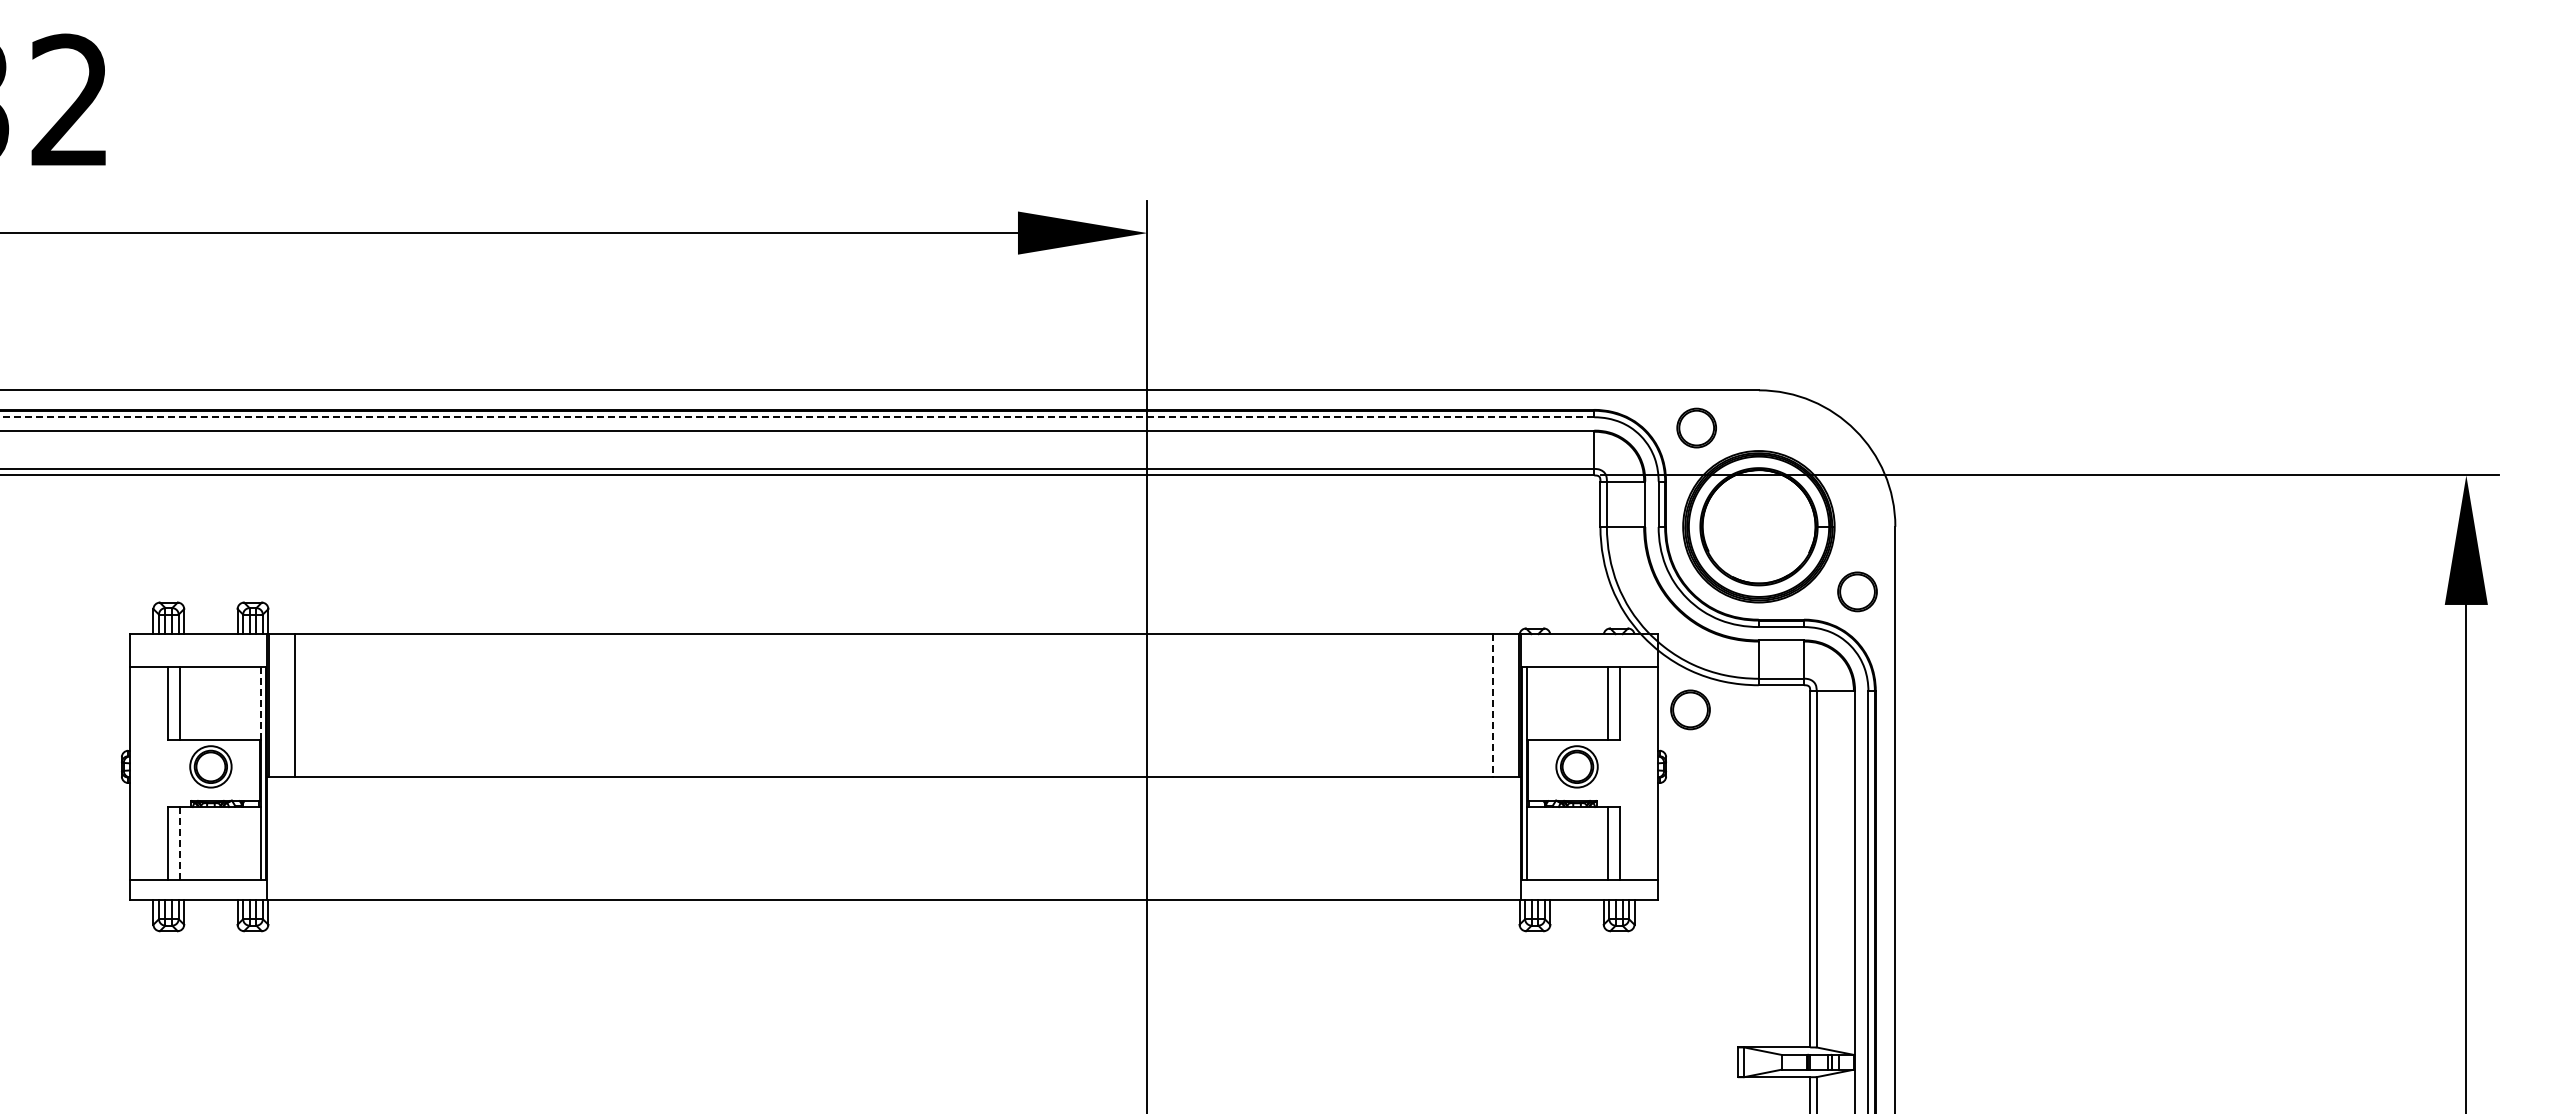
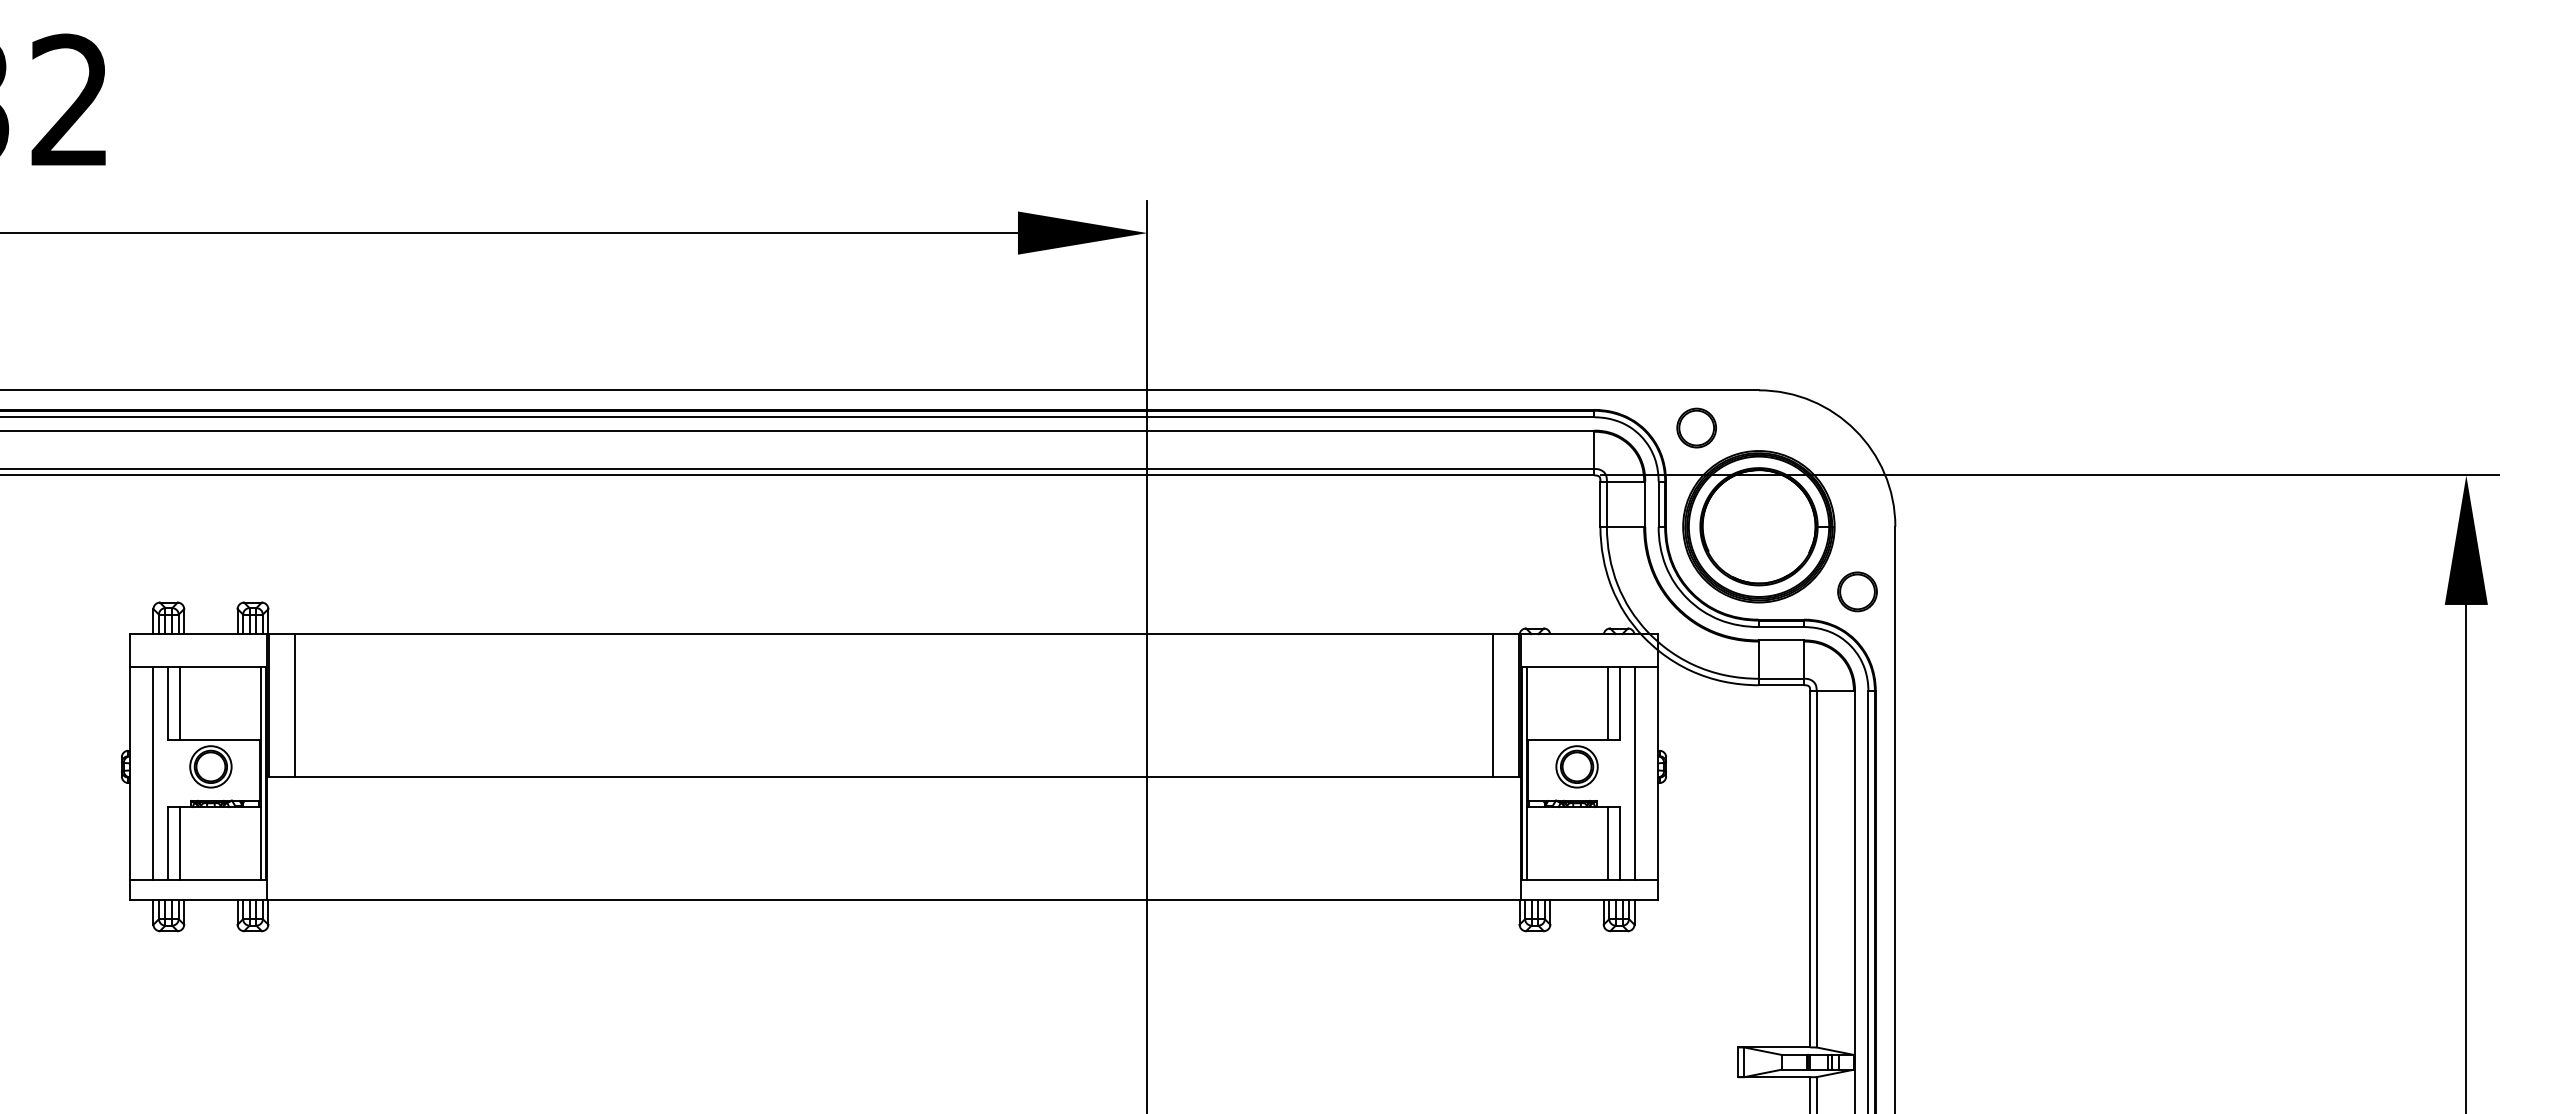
line at (797, 417): dashed -> solid
line at (261, 703): dashed -> solid
line at (1493, 705): dashed -> solid
part at (1690, 709): present -> none
line at (152, 773): none -> present
line at (1635, 773): none -> present
line at (180, 843): dashed -> solid
